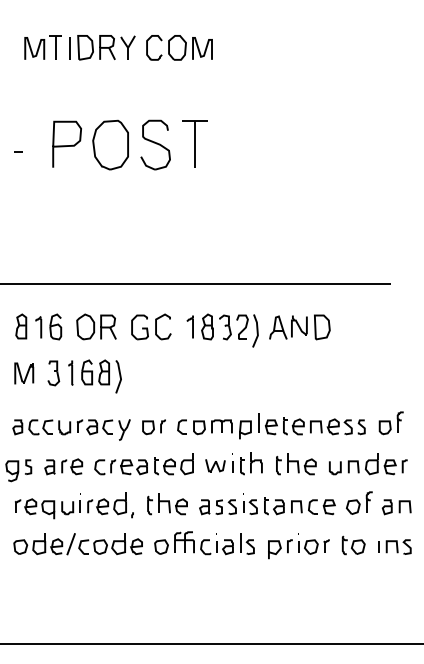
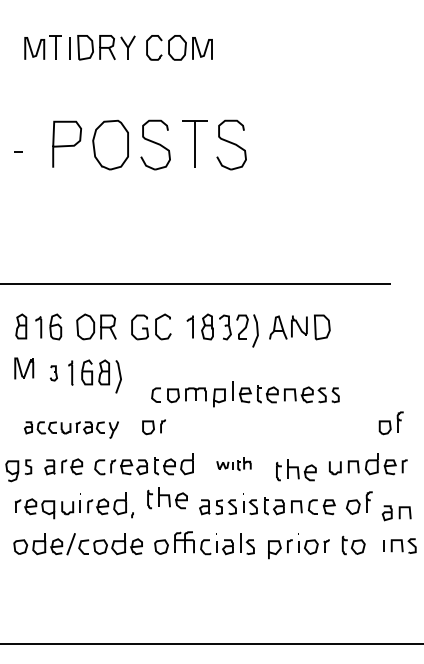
part at (231, 144): none -> present
part at (24, 373) position: (24, 373) -> (24, 368)
part at (53, 373) size: 14x27 px -> 9x17 px
part at (271, 426) position: (271, 426) -> (245, 394)
part at (71, 429) size: 119x22 px -> 95x18 px
part at (233, 463) size: 58x24 px -> 36x14 px
part at (296, 464) position: (296, 464) -> (296, 470)
part at (167, 504) position: (167, 504) -> (167, 498)
part at (396, 507) position: (396, 507) -> (396, 513)
part at (394, 546) position: (394, 546) -> (399, 545)
